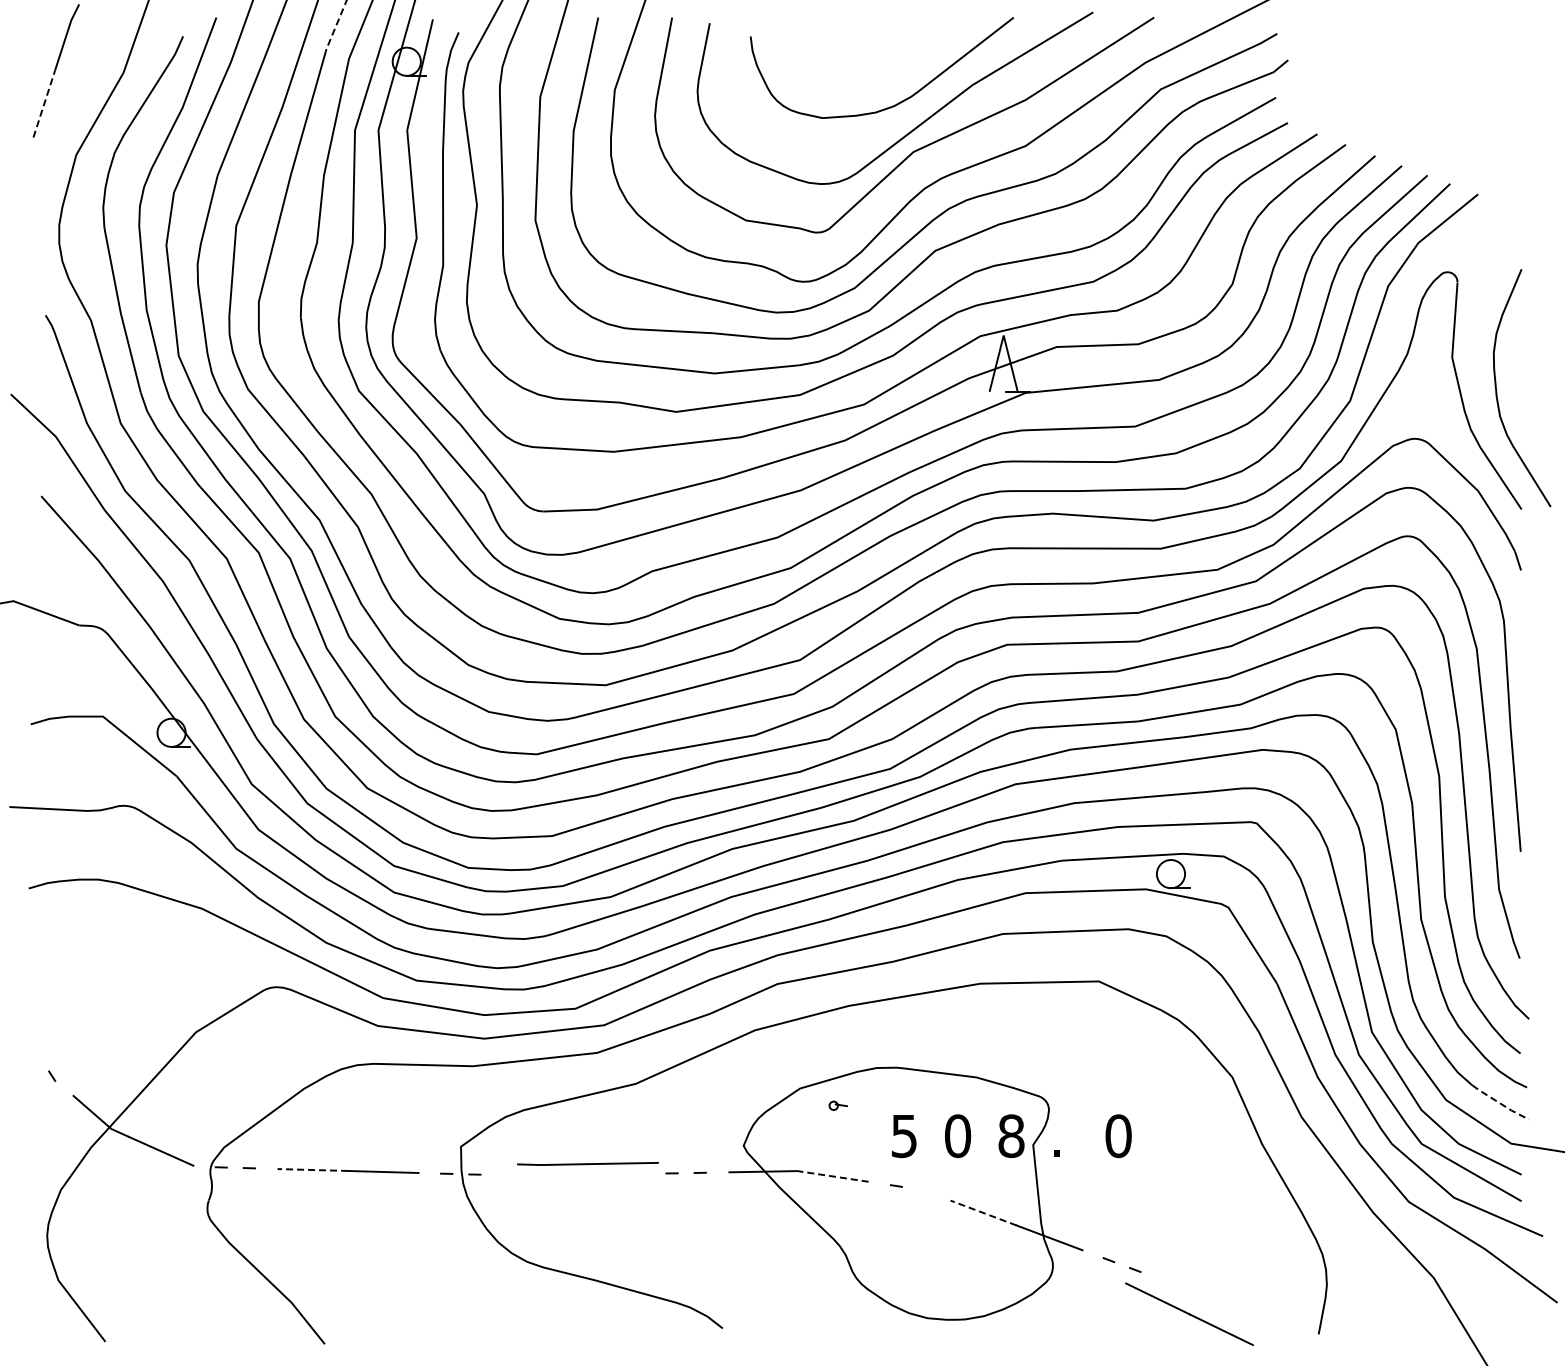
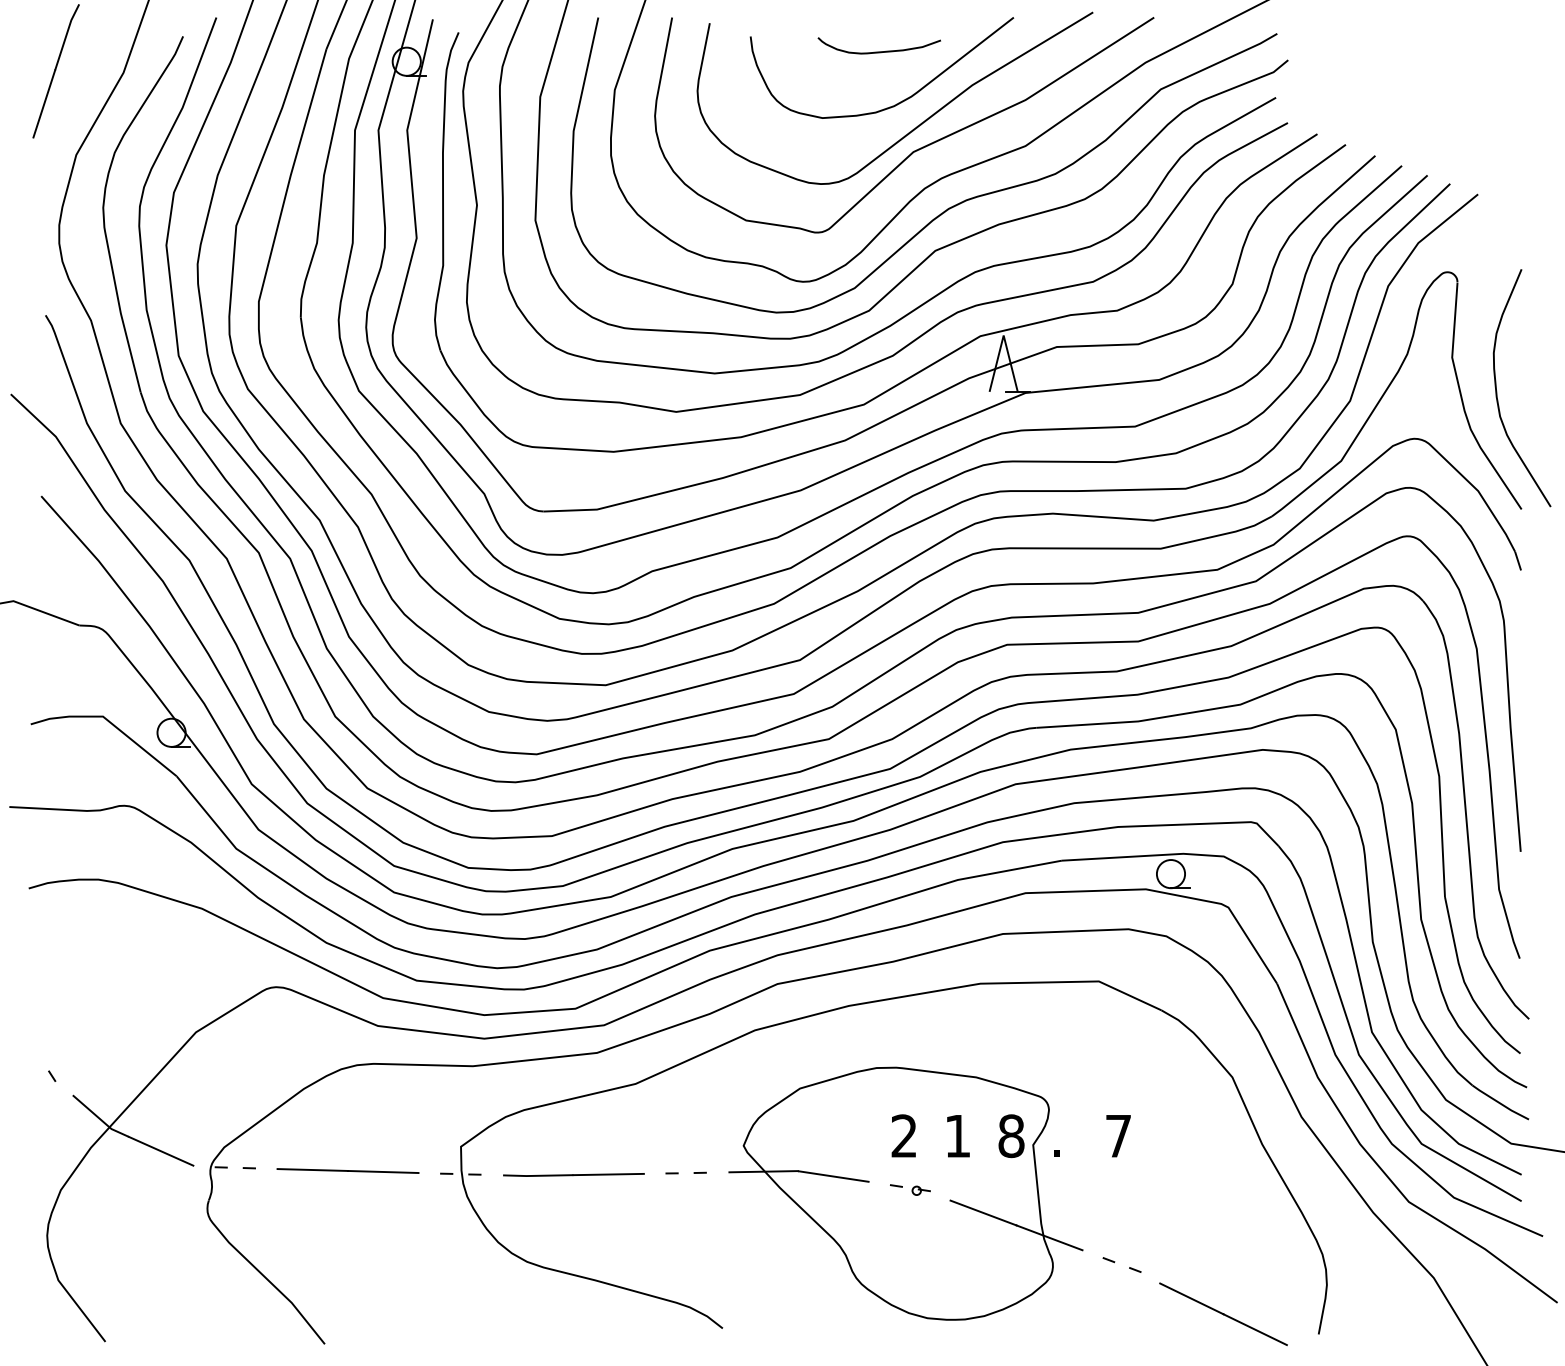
line at (336, 25): dashed -> solid
curve at (878, 51): none -> present
line at (44, 103): dashed -> solid
line at (1500, 1103): dashed -> solid
part at (837, 1105) position: (837, 1105) -> (920, 1190)
text at (903, 1136): 5 -> 2
text at (958, 1136): 0 -> 1
text at (1118, 1136): 0 -> 7
line at (587, 1163) position: (587, 1163) -> (573, 1174)
line at (312, 1170): dashed -> solid
line at (833, 1176): dashed -> solid
line at (983, 1212): dashed -> solid
line at (1189, 1314) position: (1189, 1314) -> (1223, 1314)
